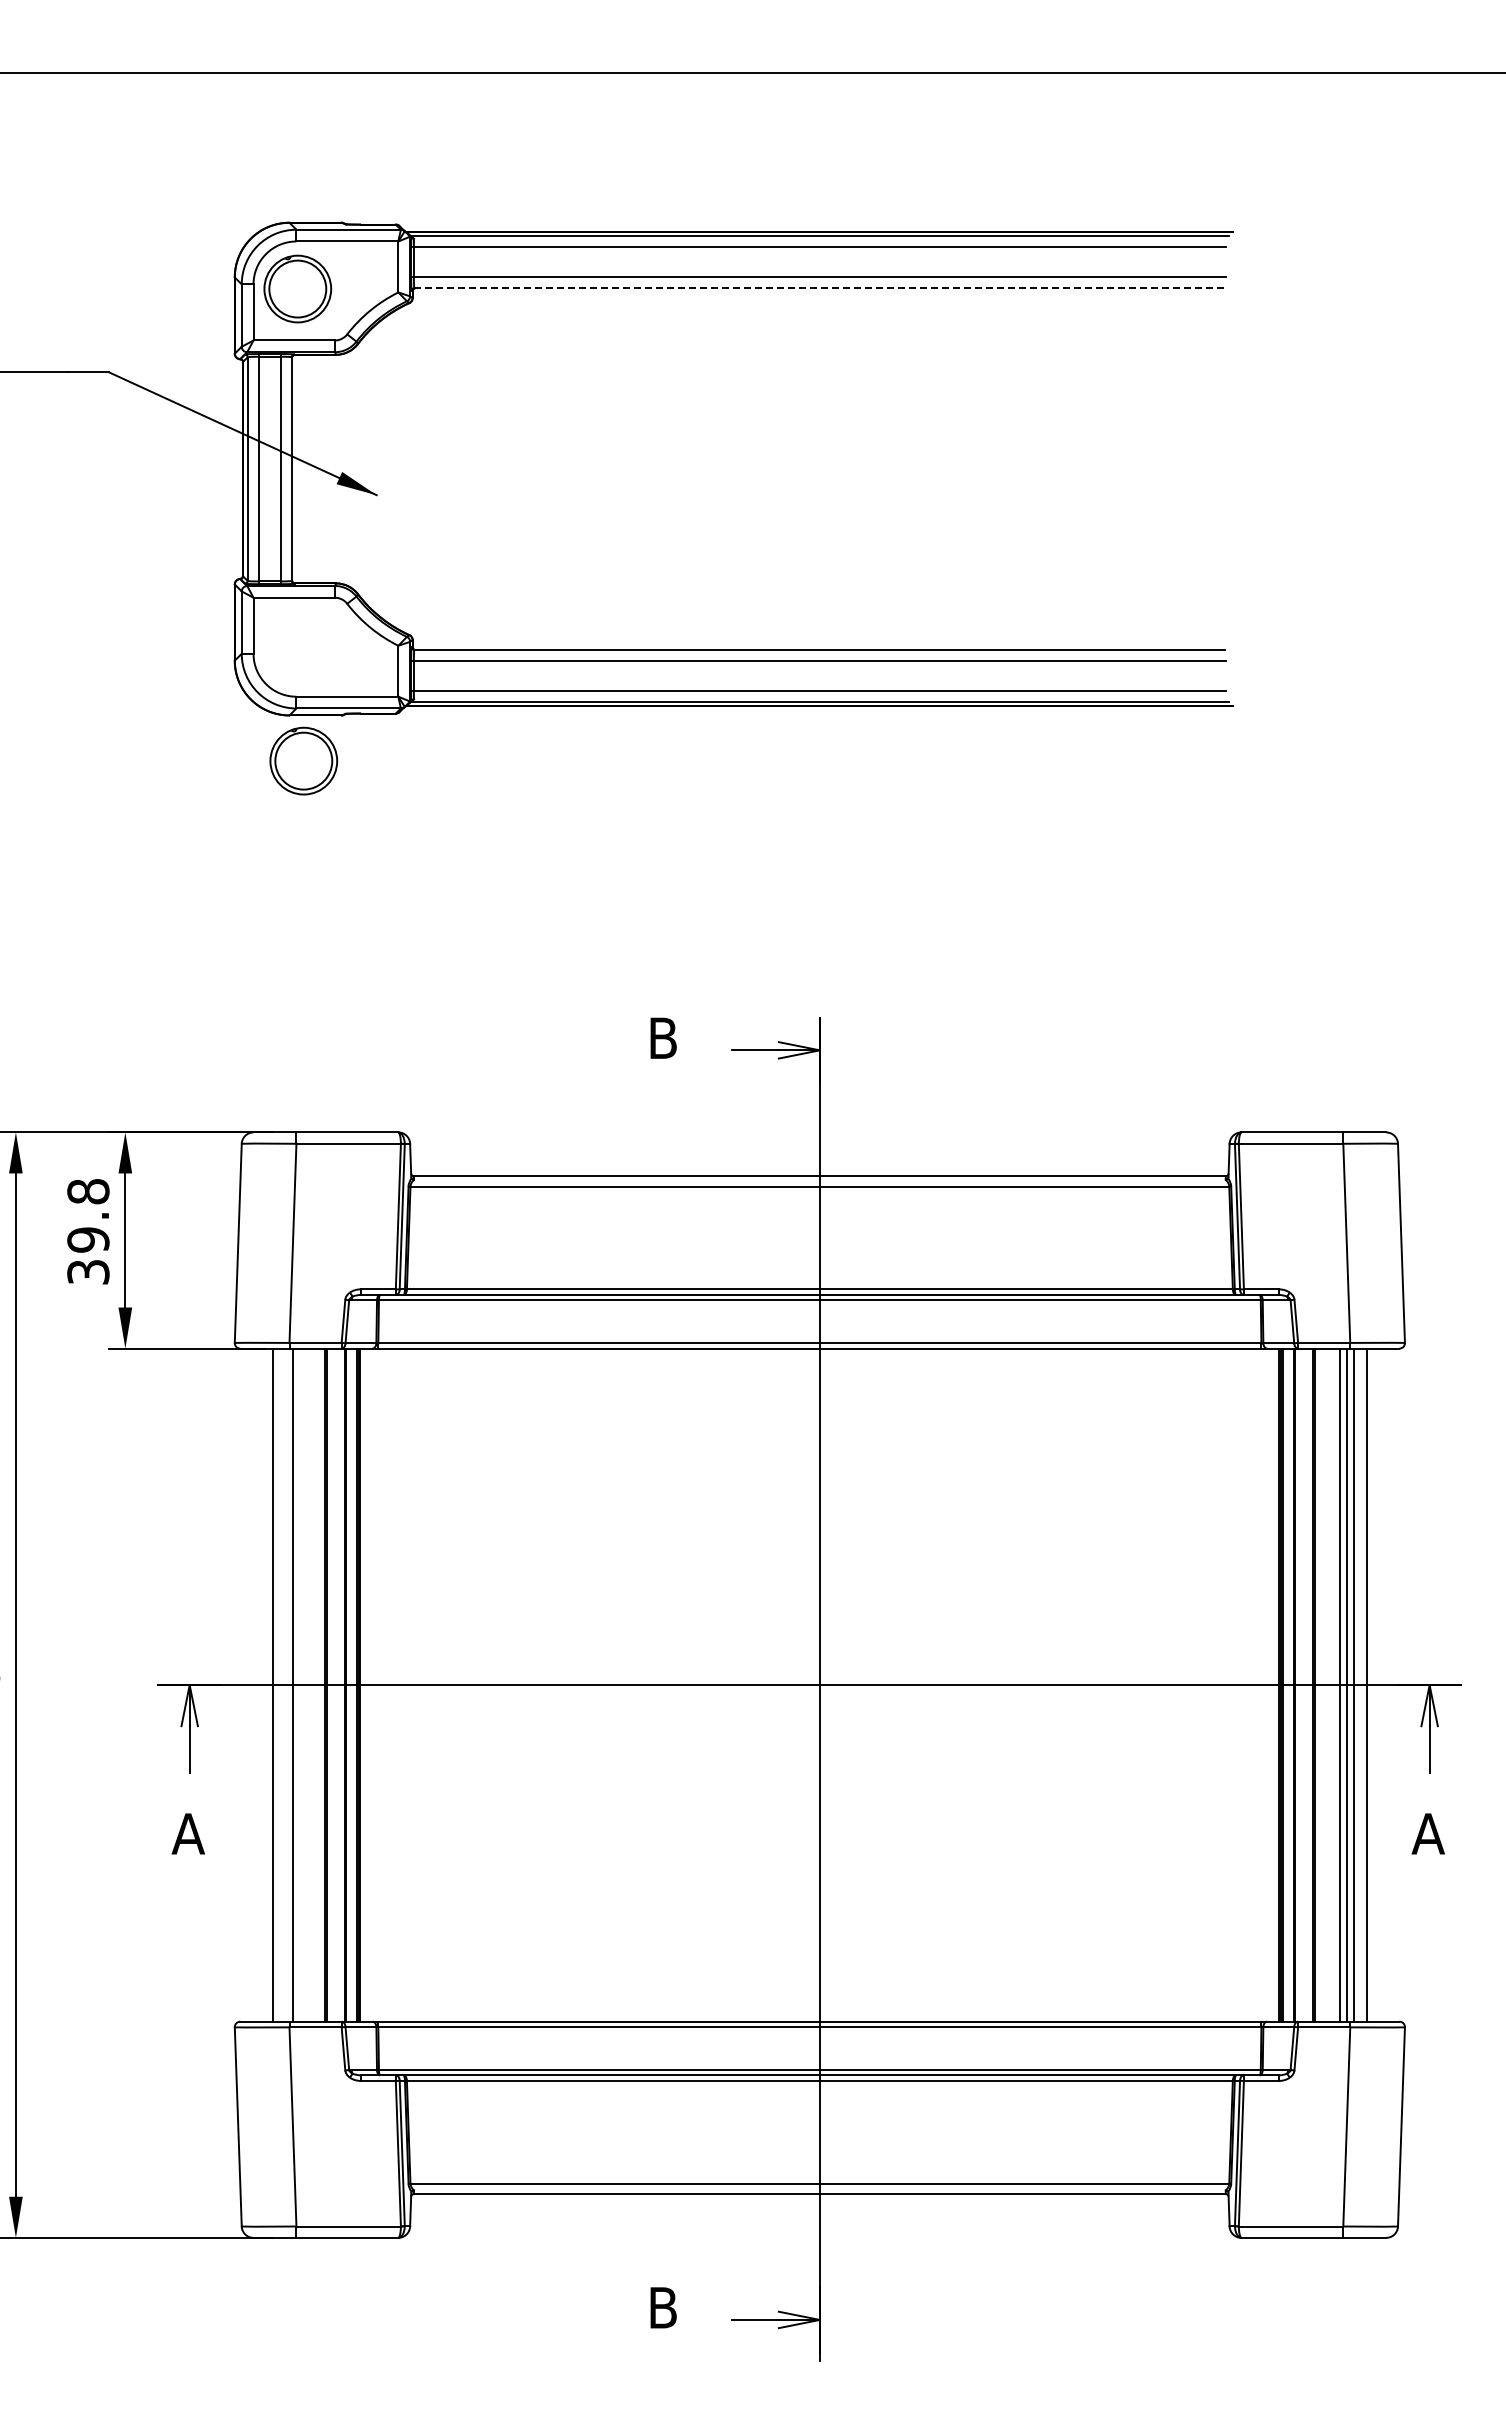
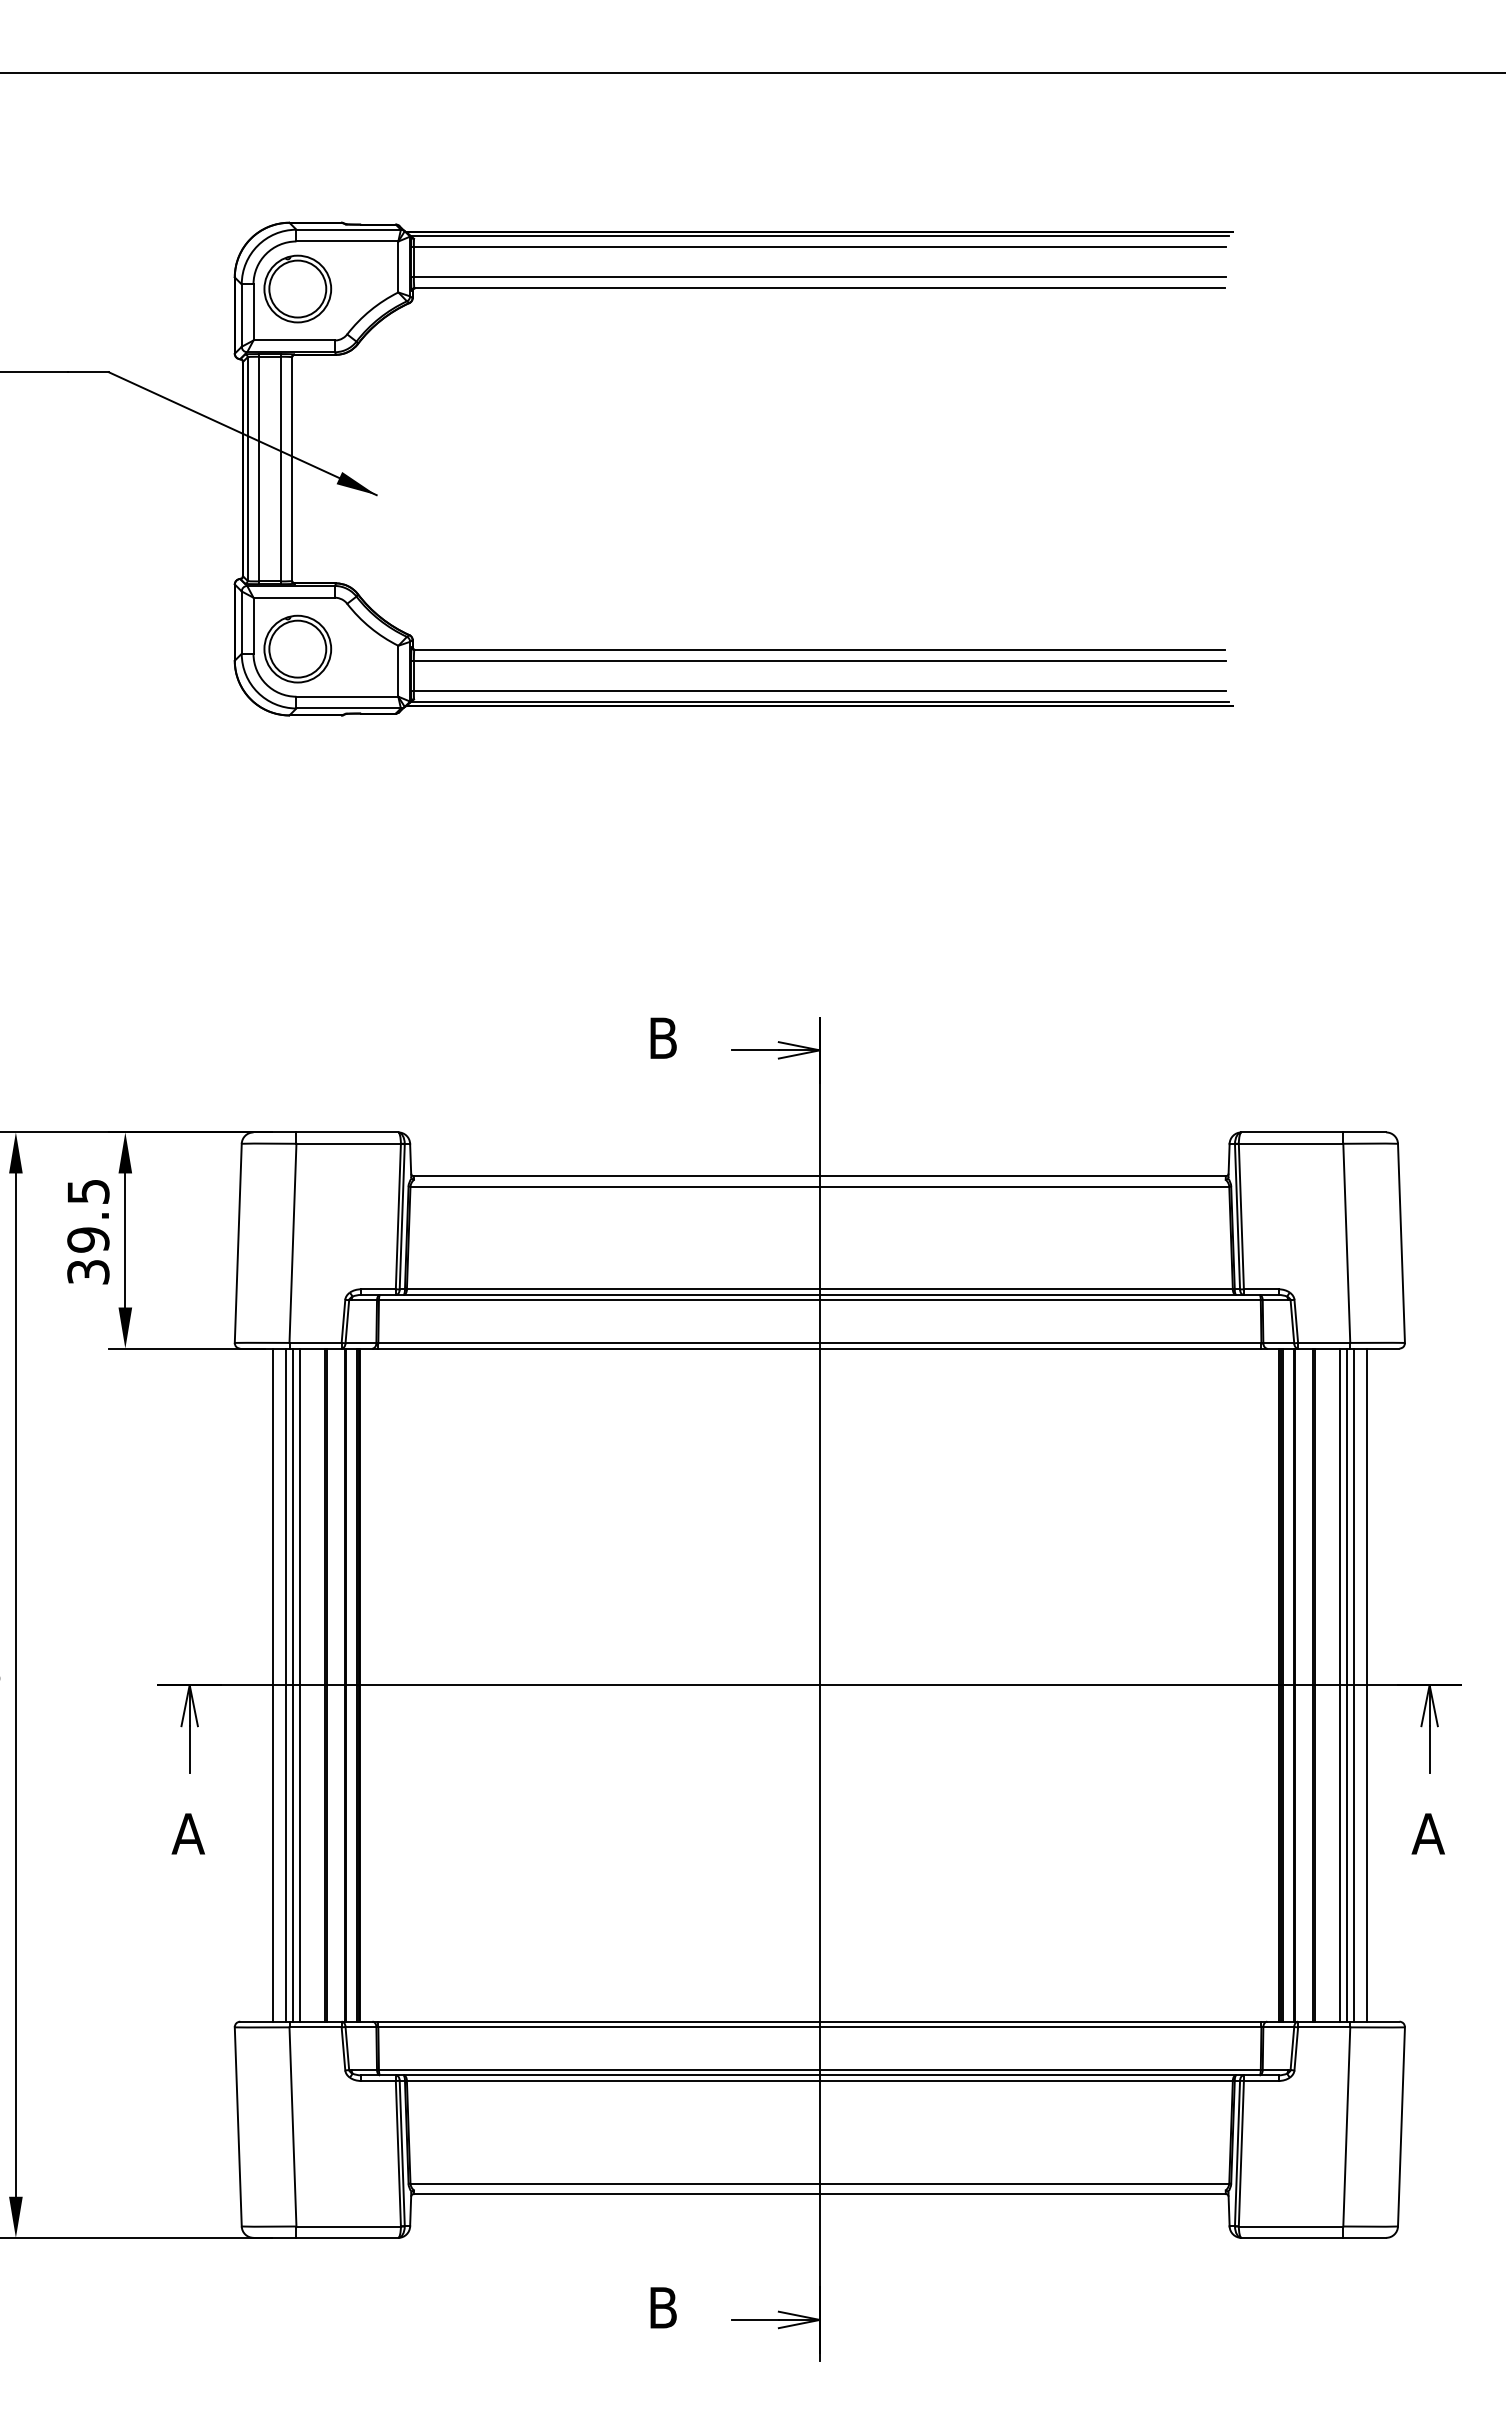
line at (819, 288): dashed -> solid
part at (303, 760) position: (303, 760) -> (297, 648)
text at (88, 1191): 39.8 -> 39.5
line at (286, 1684): none -> present
line at (299, 1684): none -> present
